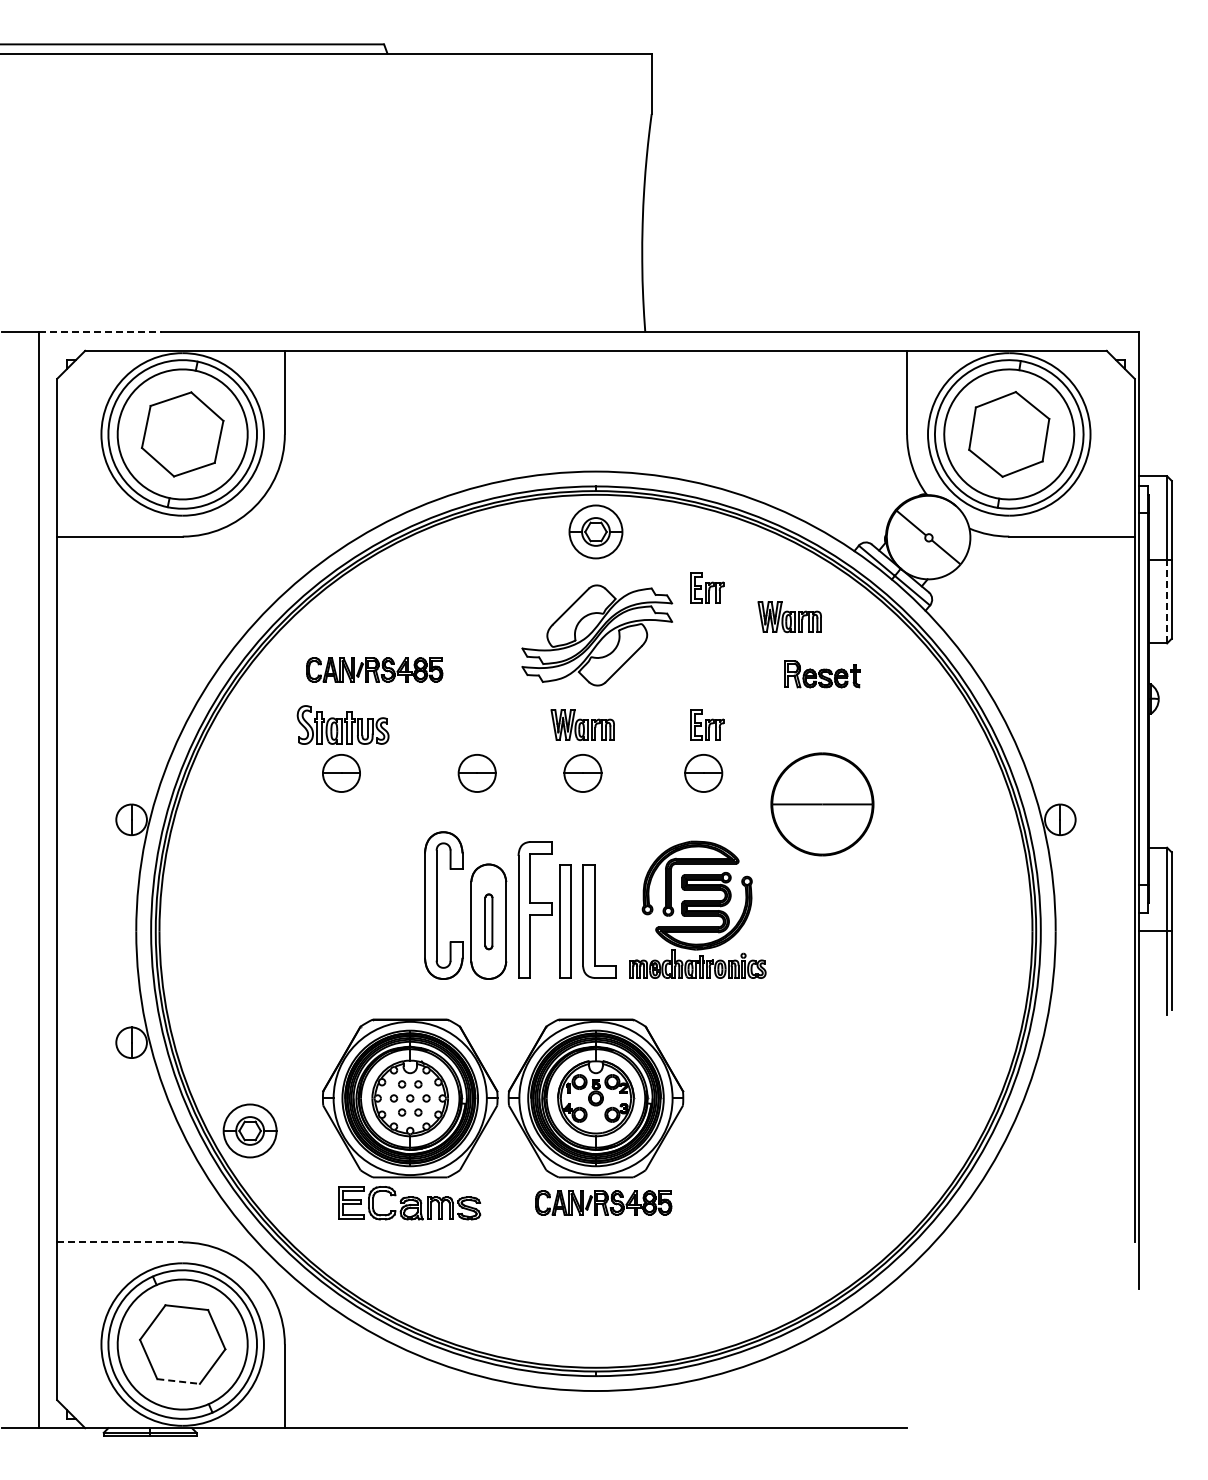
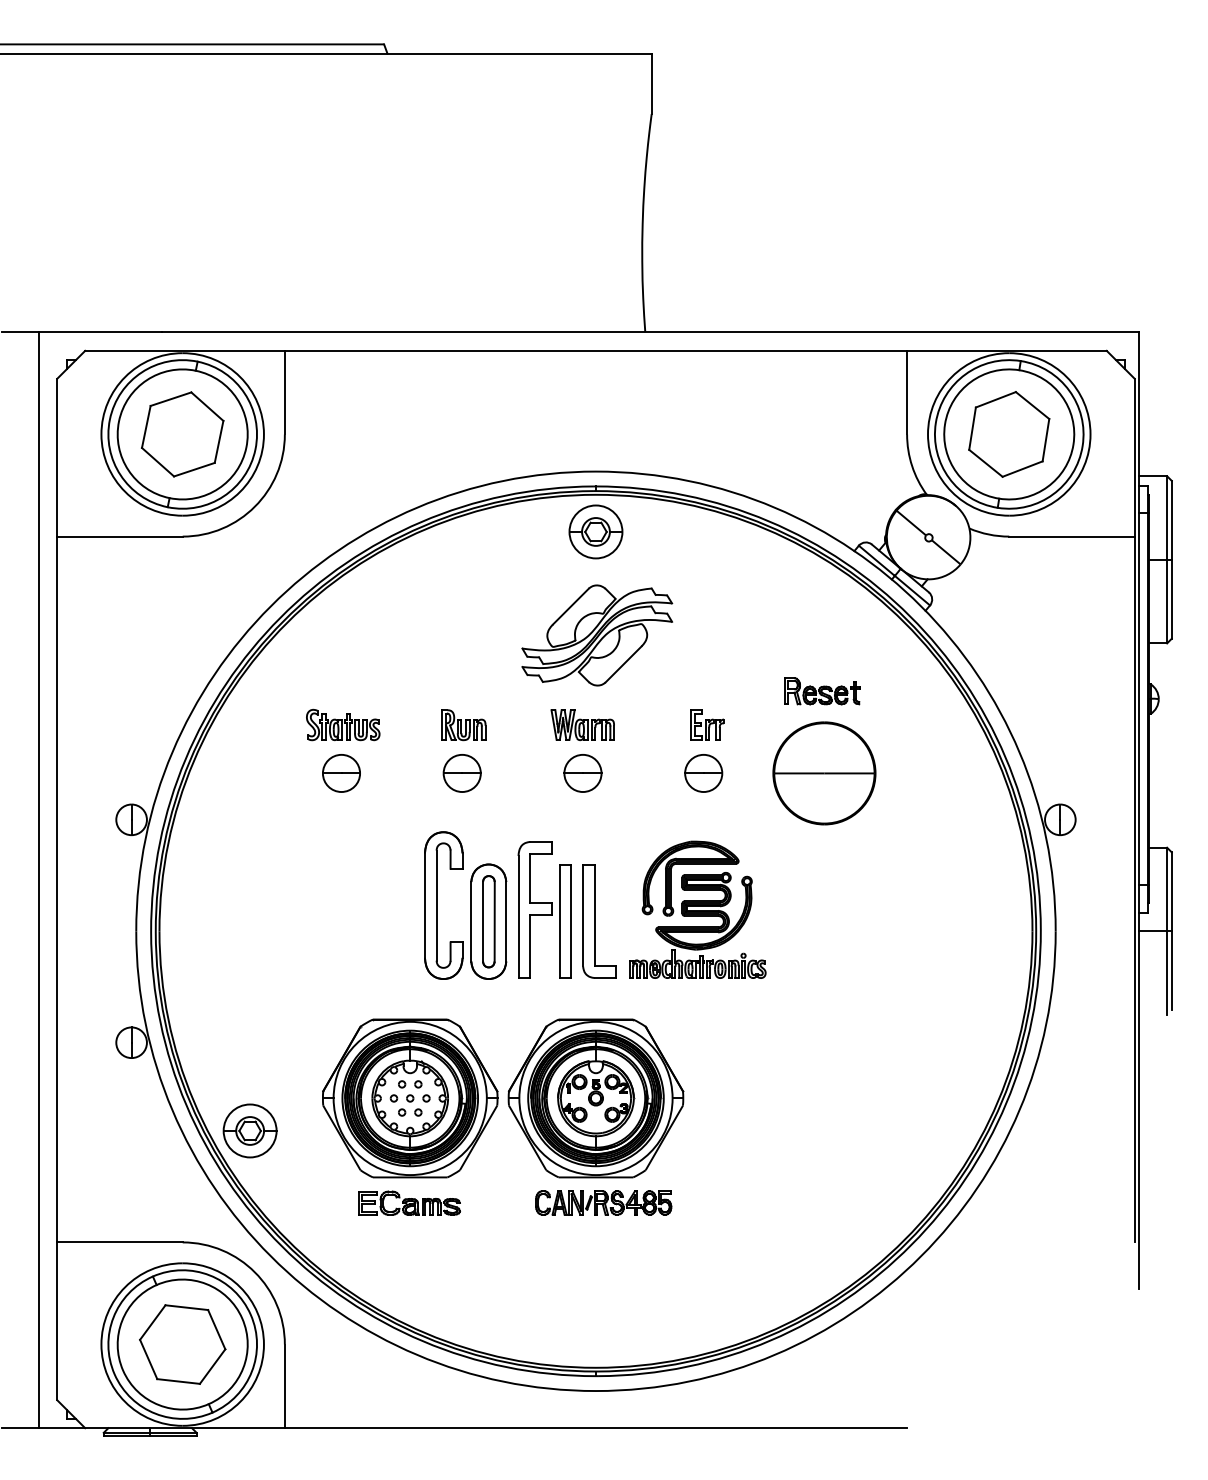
line at (100, 332): dashed -> solid
part at (707, 587): present -> none
line at (1167, 601): dashed -> solid
part at (789, 617): present -> none
part at (374, 669): present -> none
part at (822, 674) position: (822, 674) -> (822, 691)
part at (342, 724) size: 94x40 px -> 75x34 px
part at (463, 725): none -> present
part at (476, 773) position: (476, 773) -> (461, 773)
part at (822, 804) position: (822, 804) -> (824, 773)
part at (488, 921) size: 10x58 px -> 14x94 px
part at (409, 1203) size: 144x35 px -> 103x26 px
line at (120, 1242): dashed -> solid
line at (179, 1381): dashed -> solid
